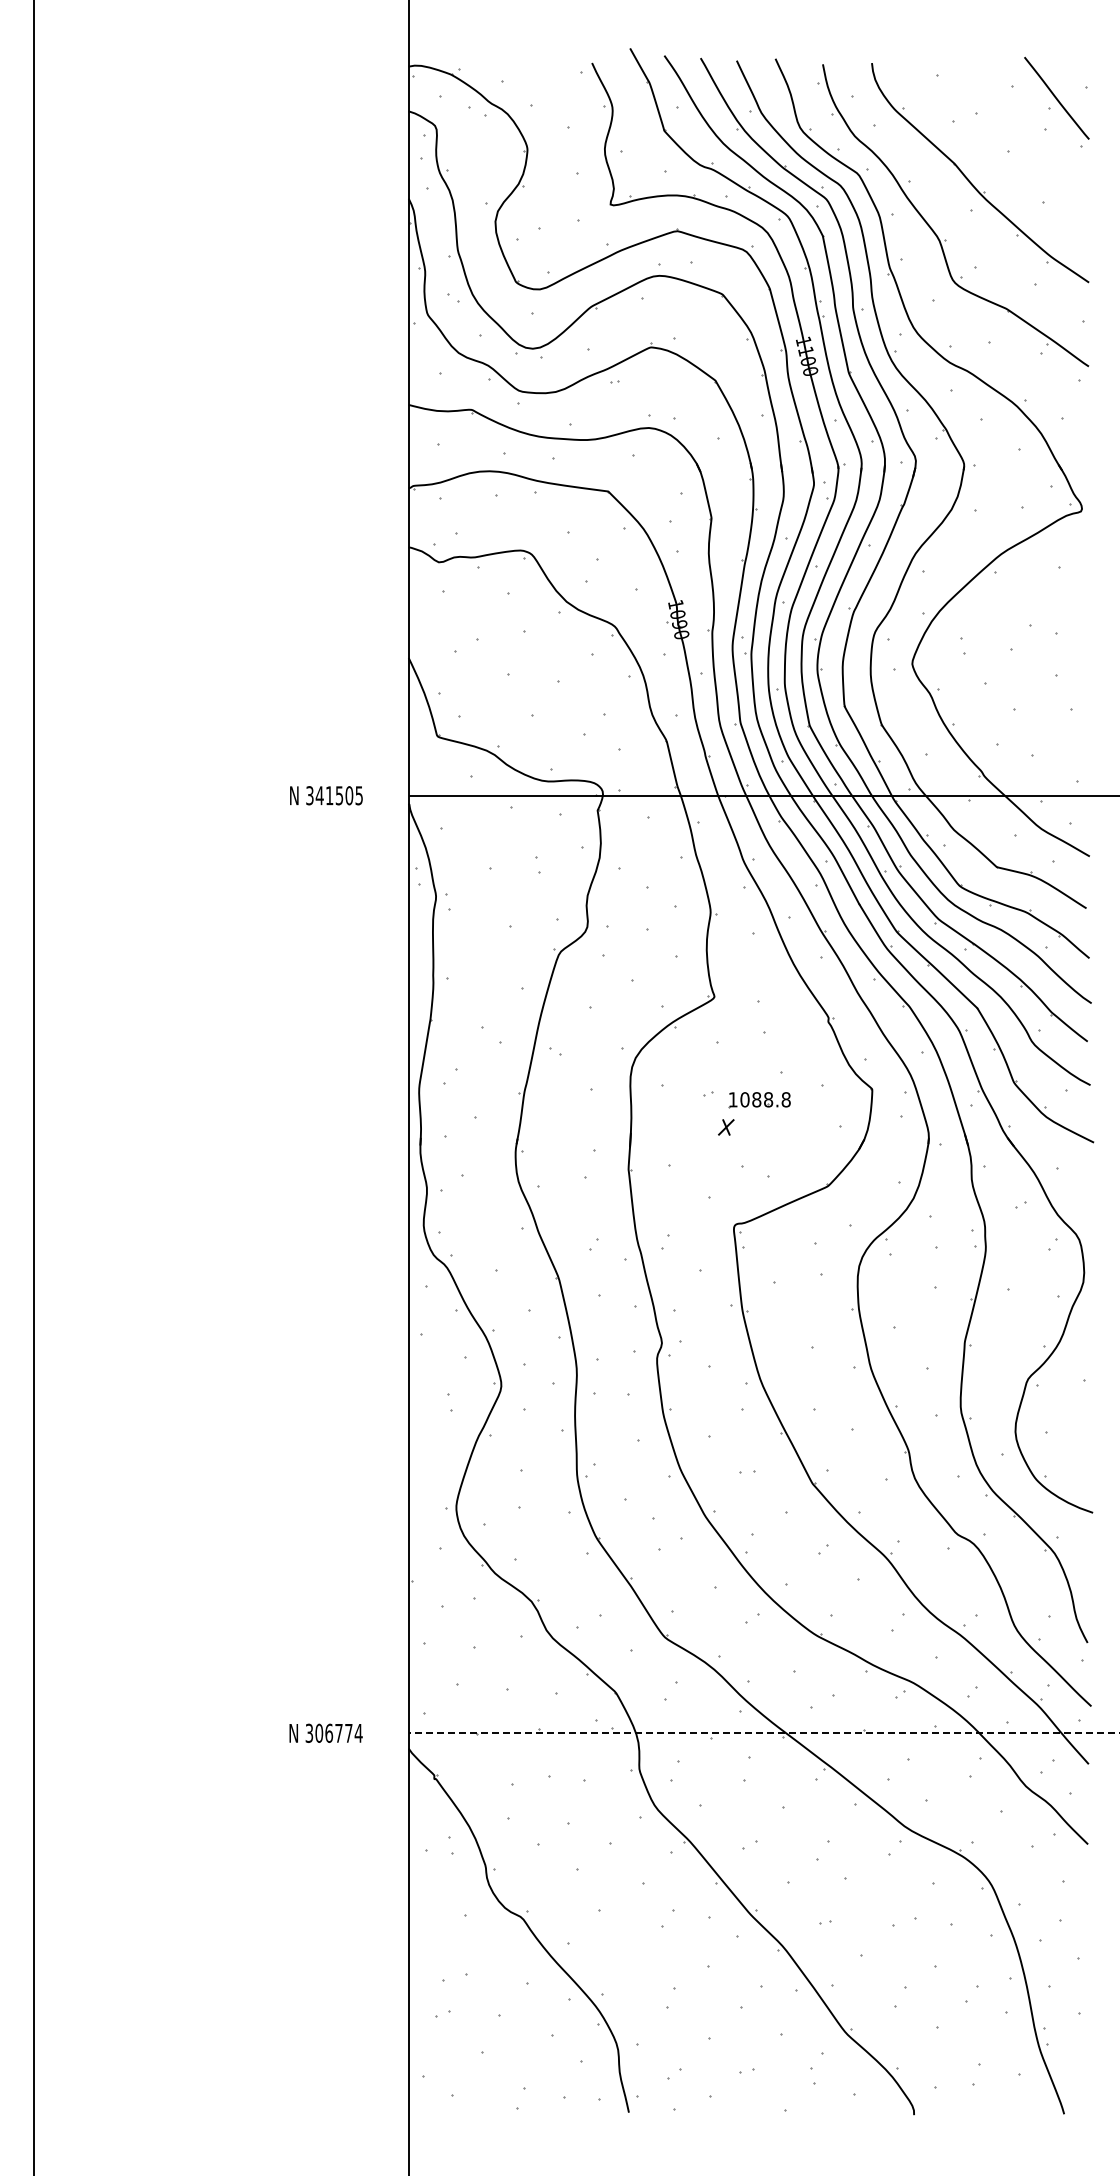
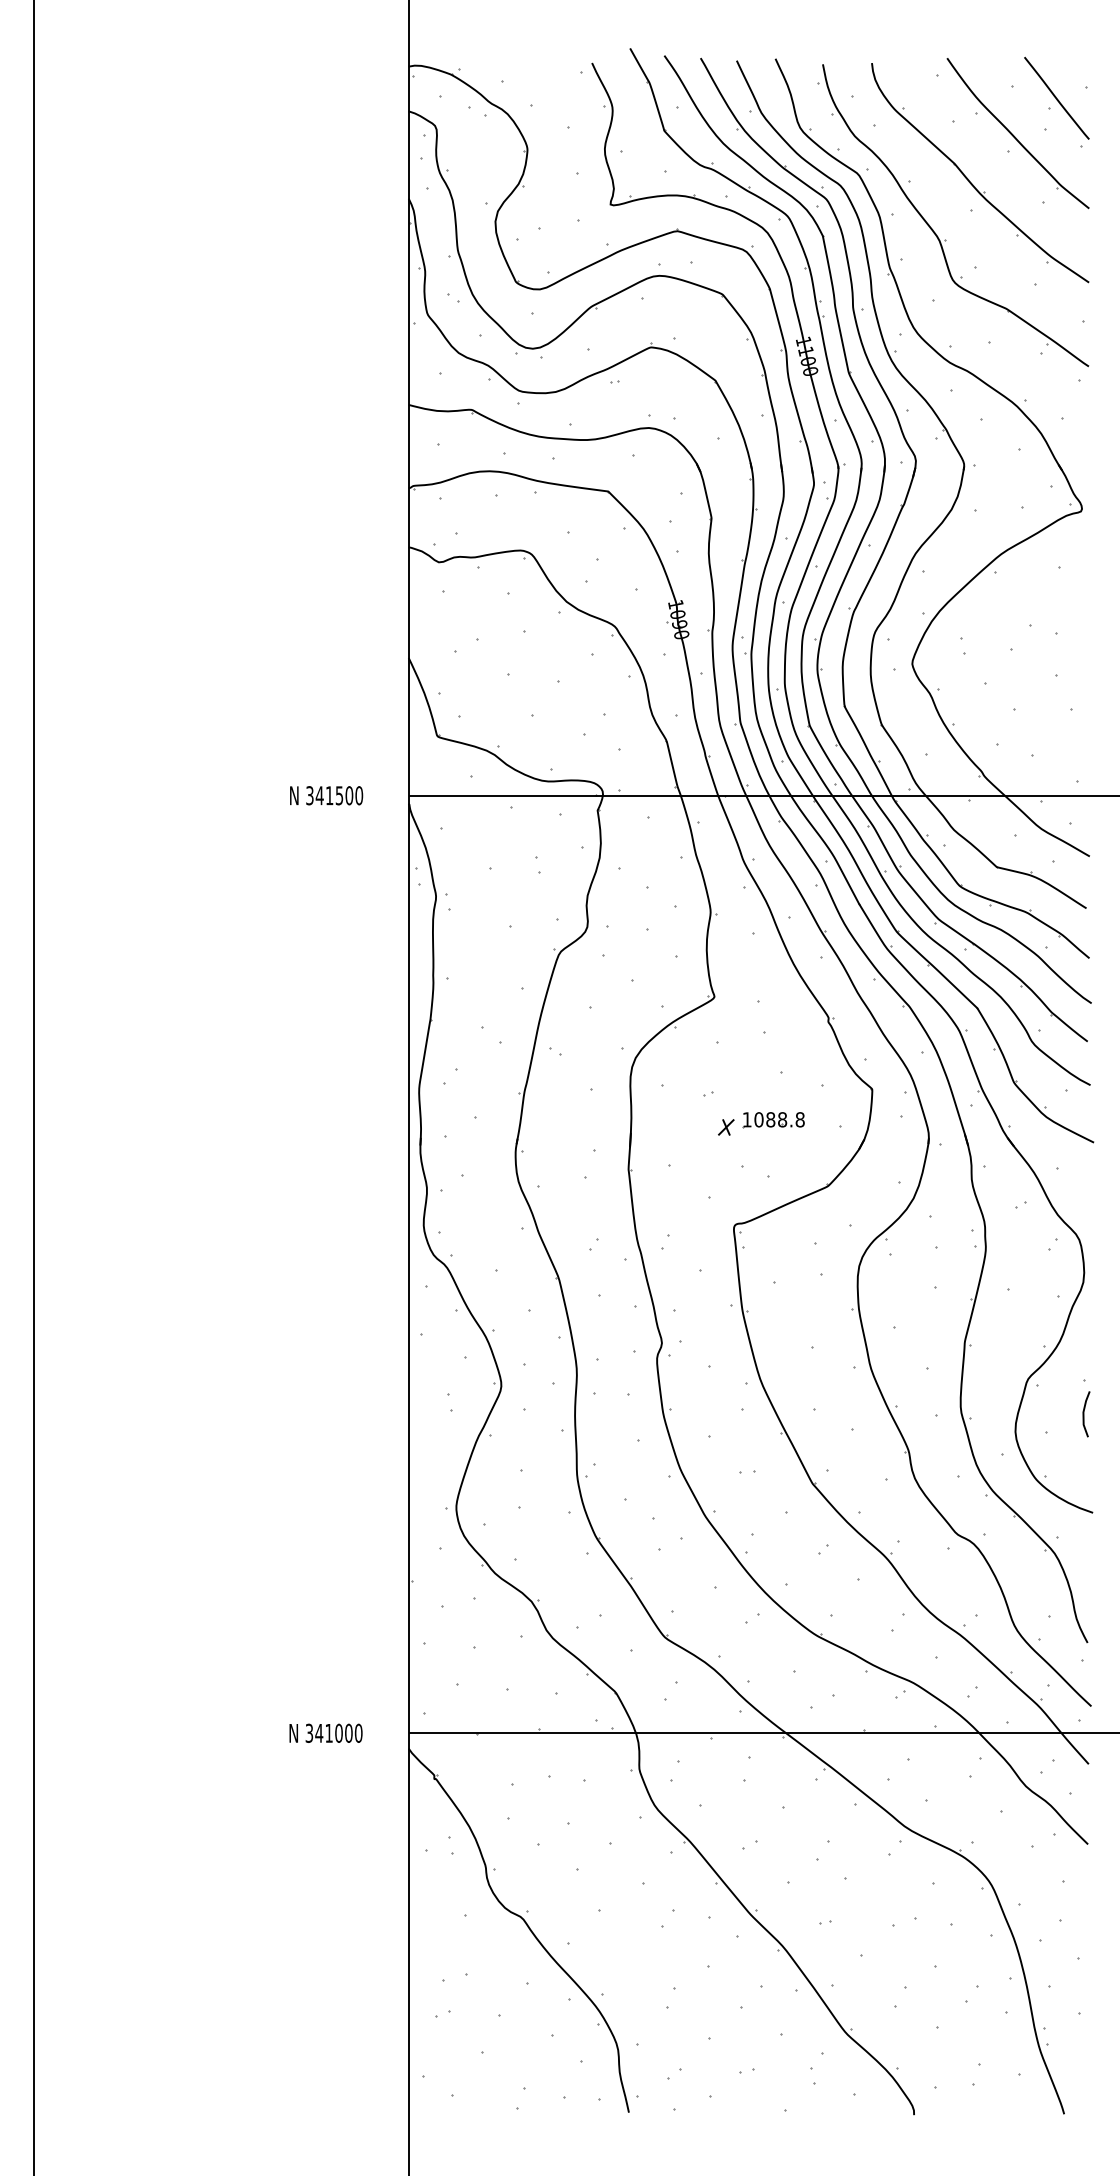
part at (1017, 133): none -> present
text at (359, 795): 341505 -> 341500
part at (759, 1100) position: (759, 1100) -> (773, 1120)
line at (1084, 1414): none -> present
text at (338, 1732): 306774 -> 341000
line at (763, 1733): dashed -> solid
